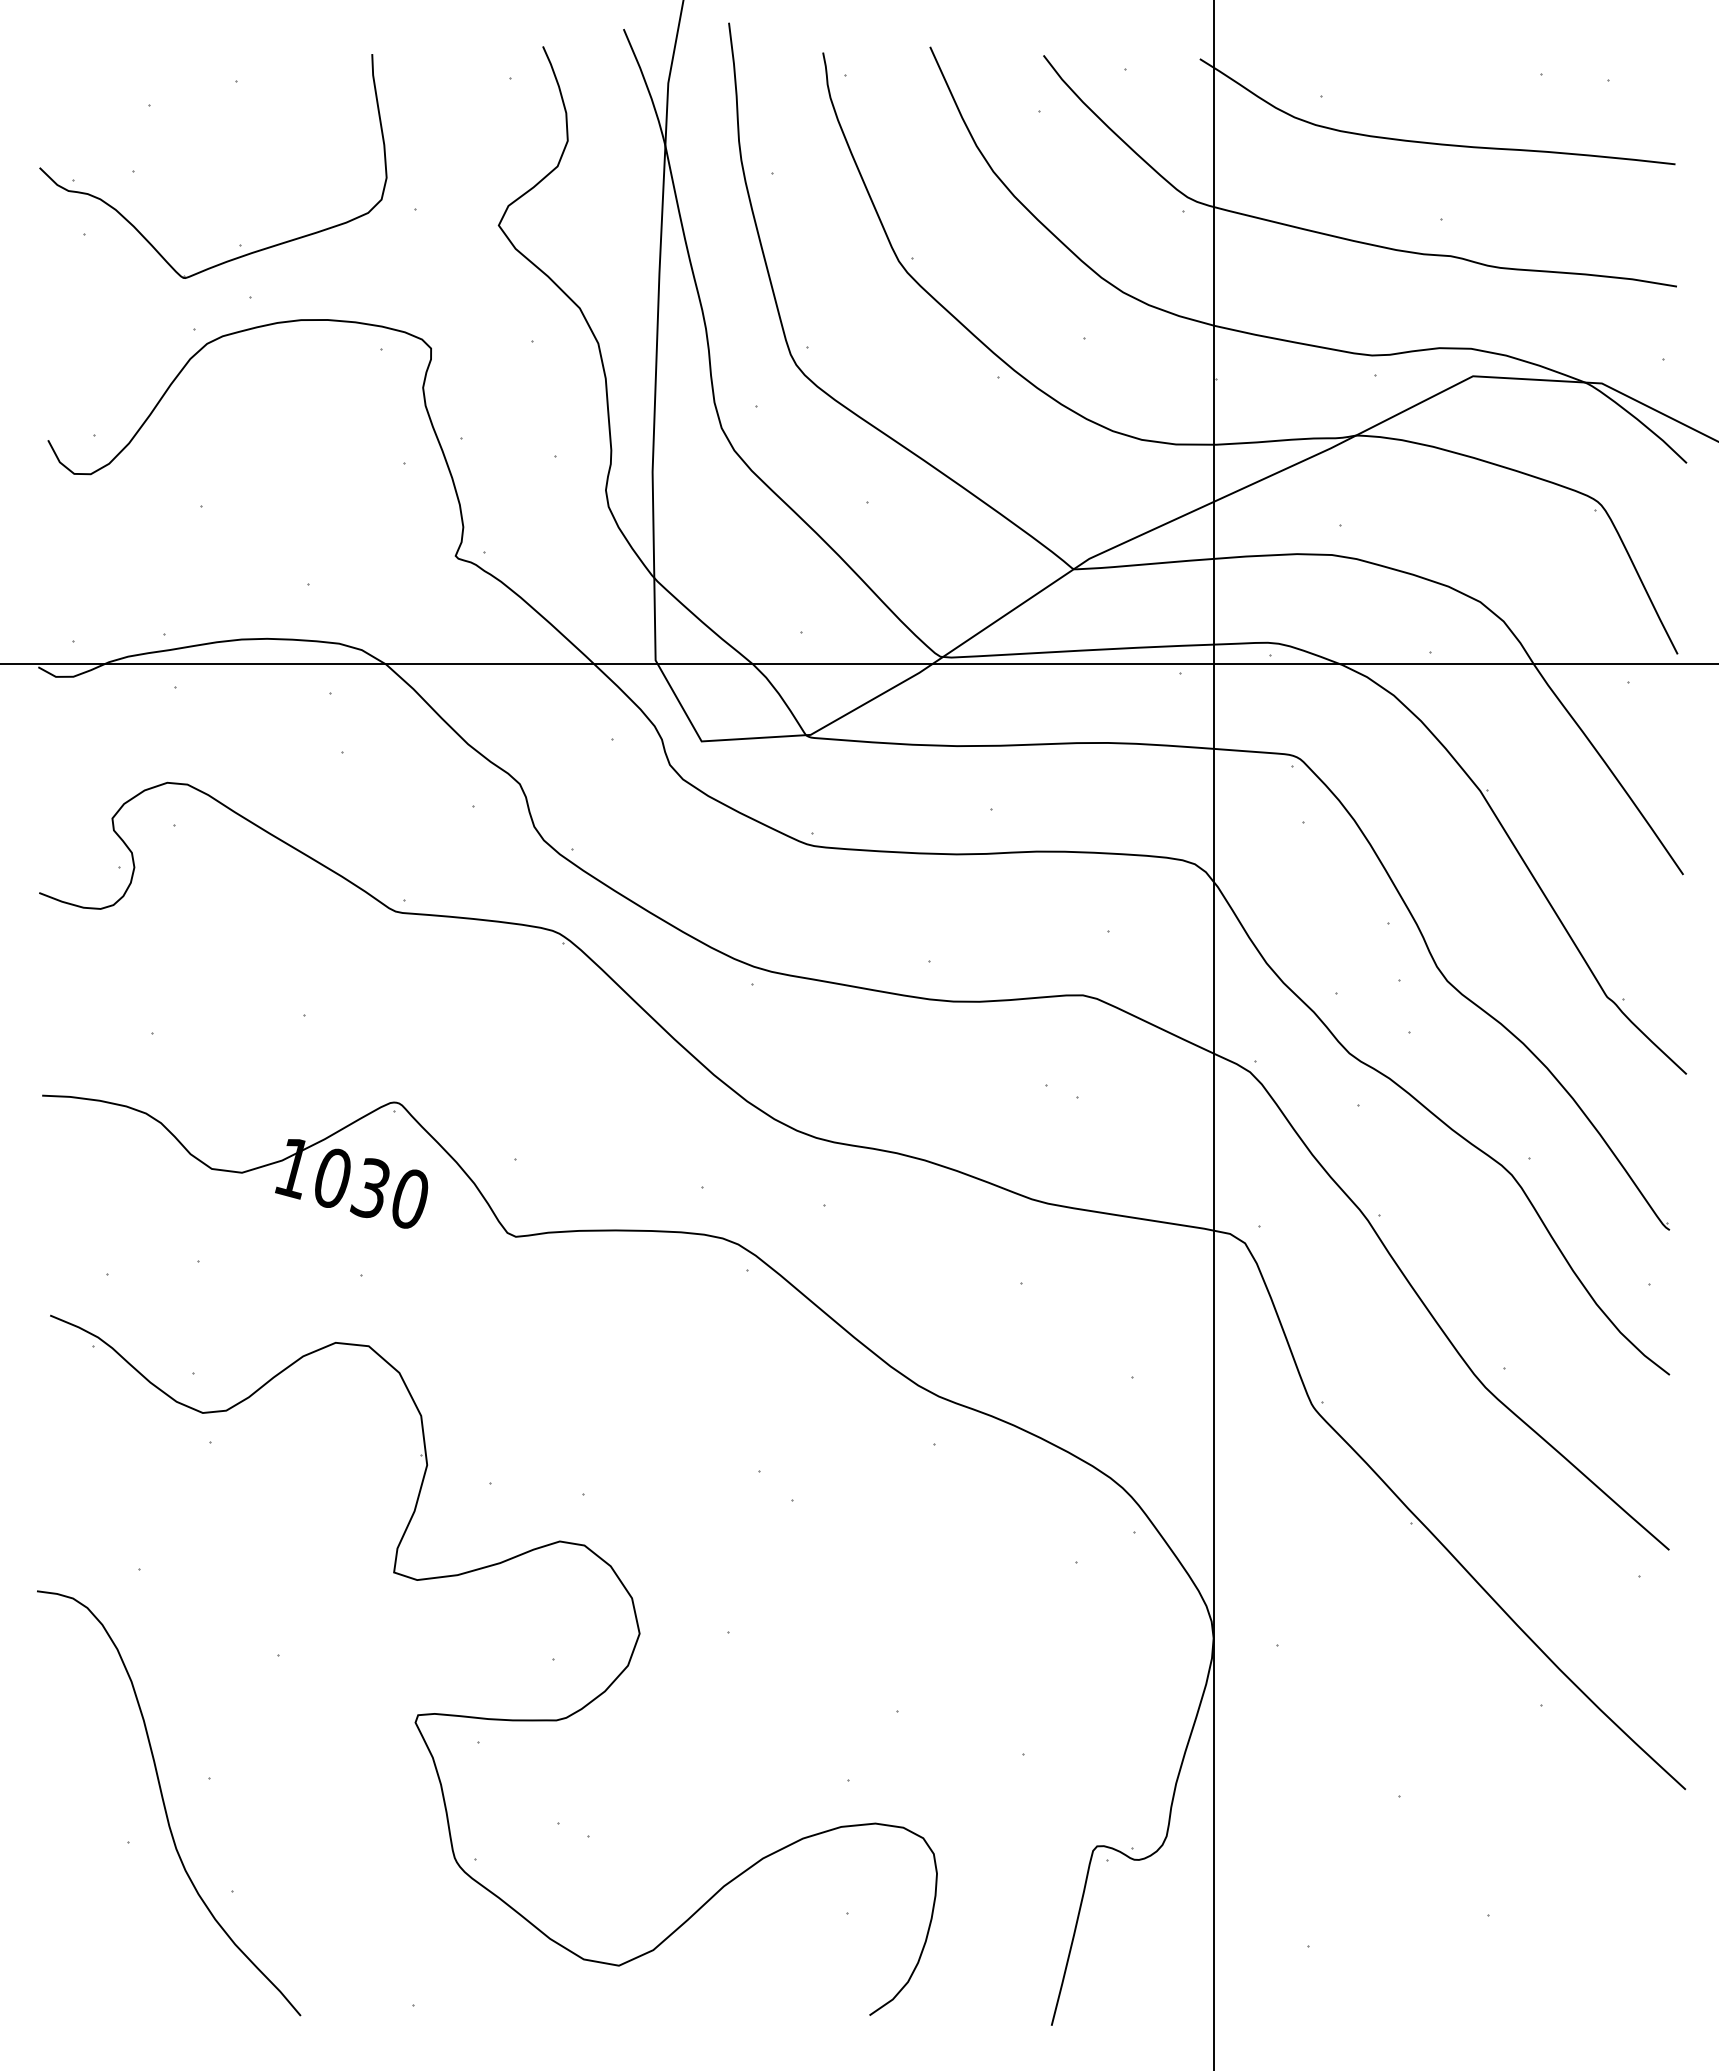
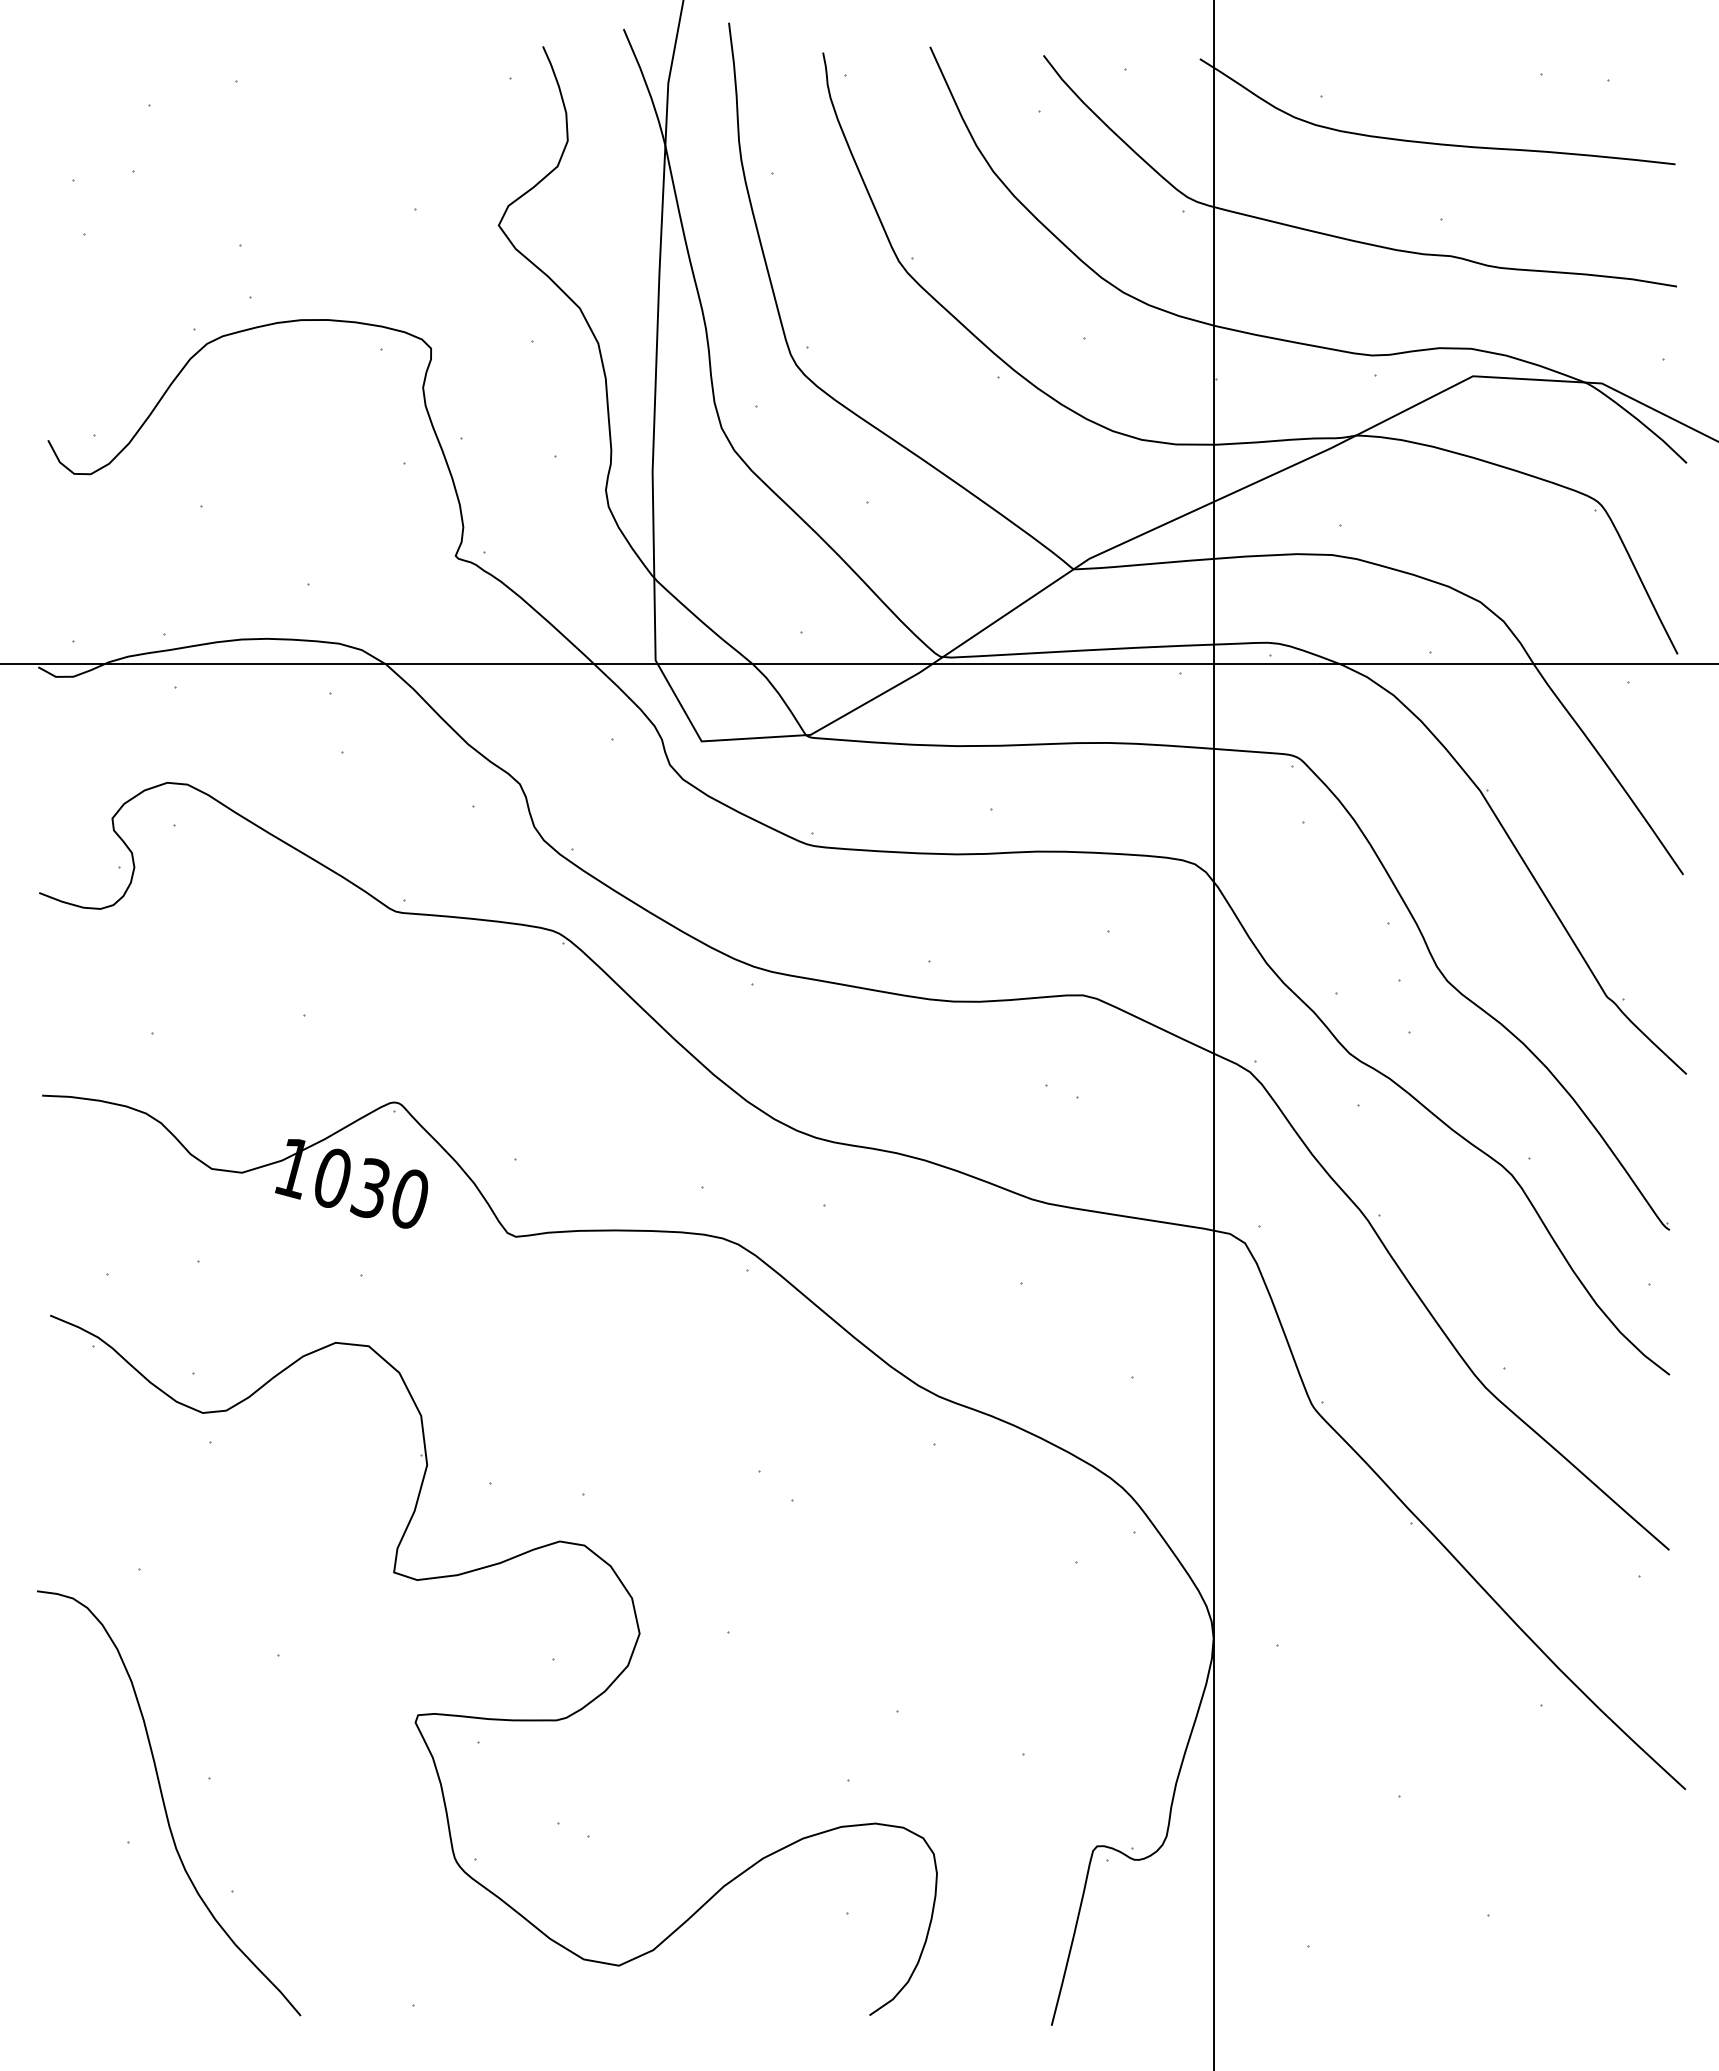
part at (244, 254): present -> none
